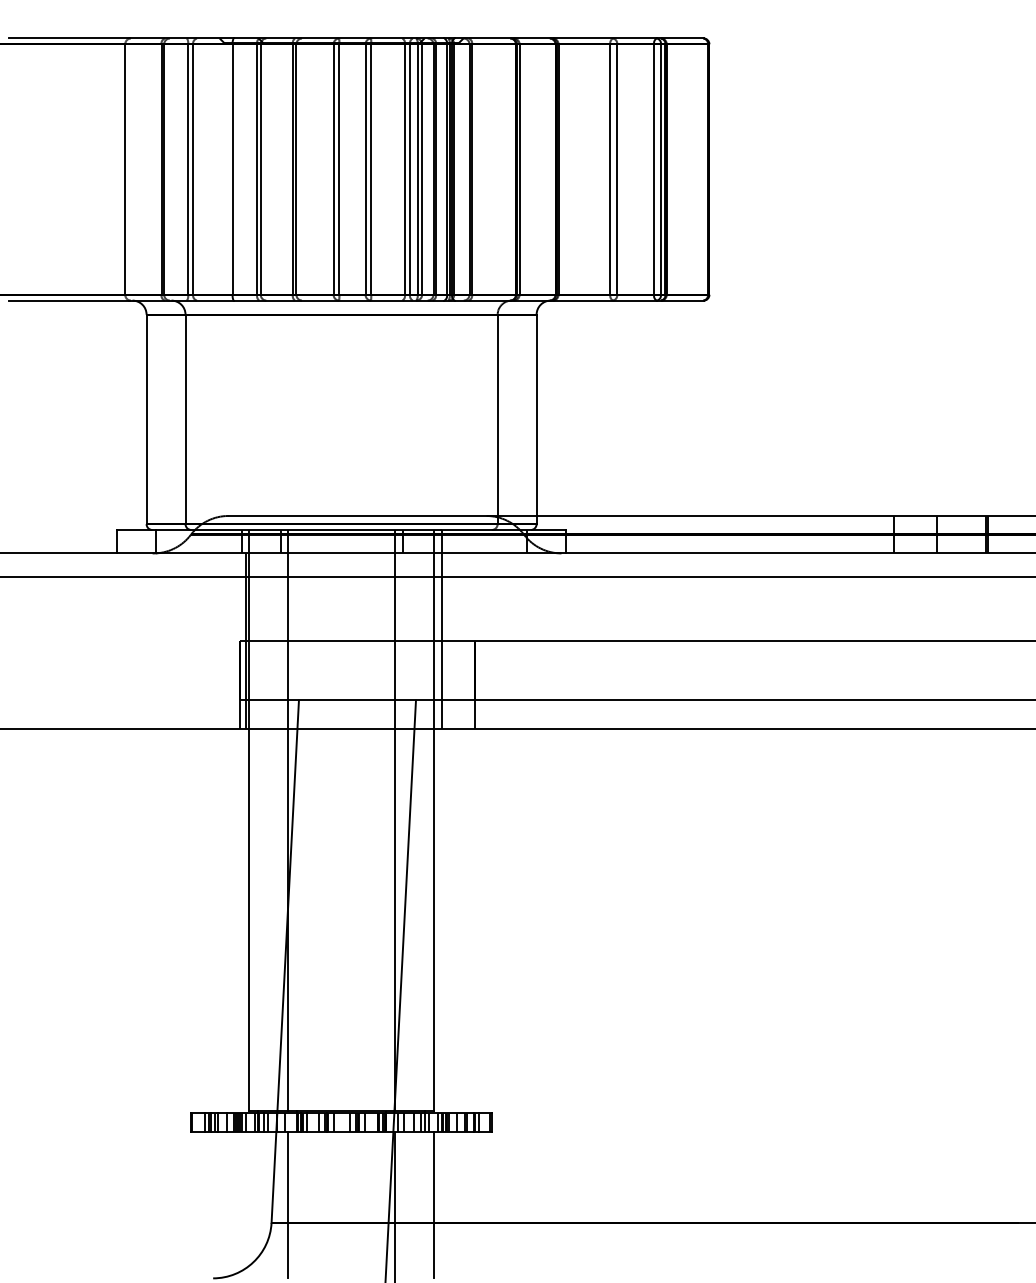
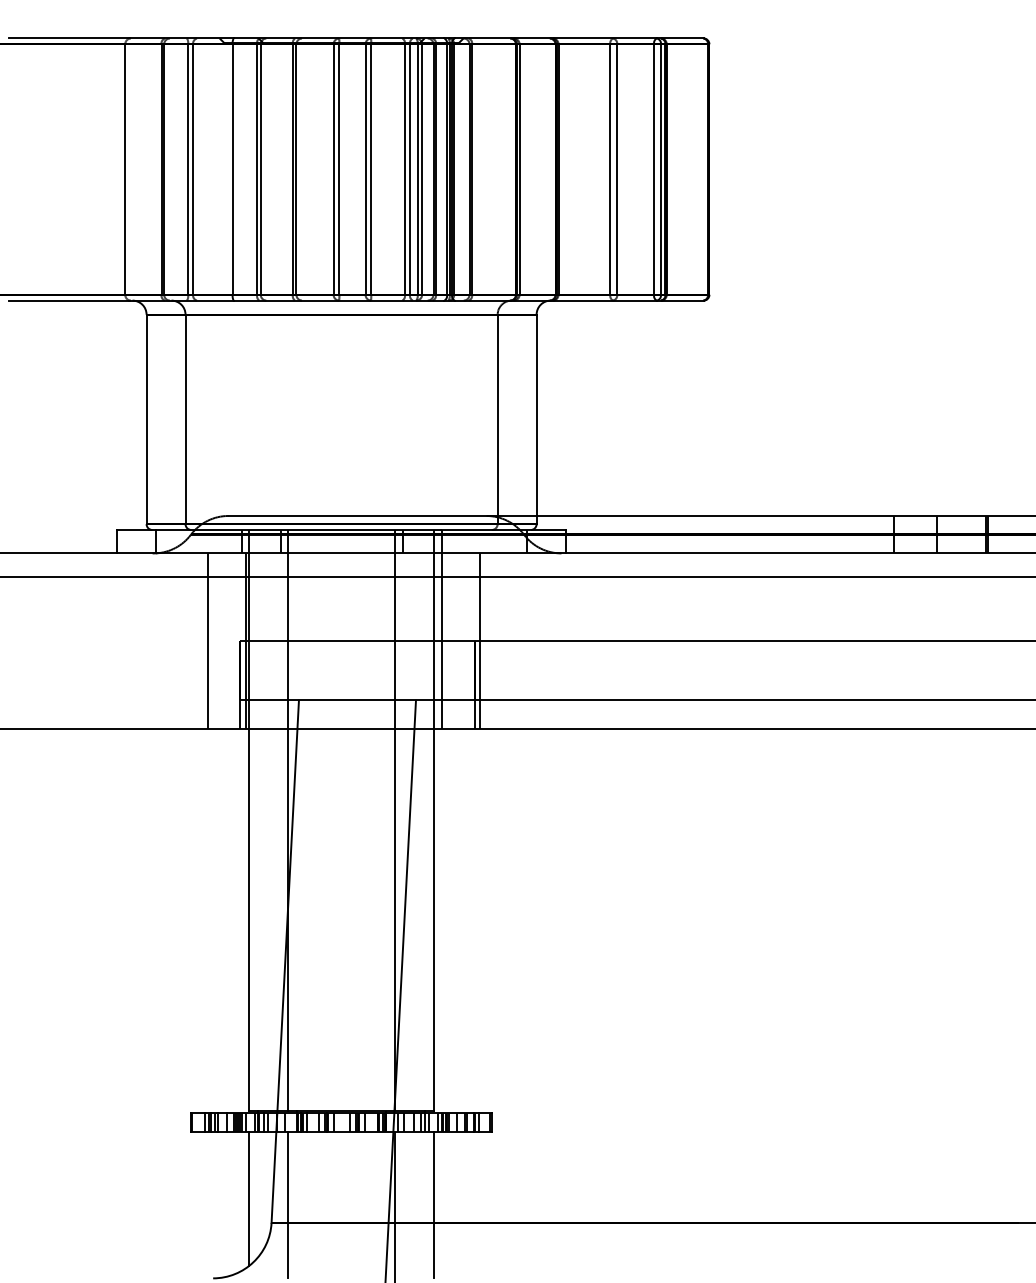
line at (208, 640): none -> present
line at (479, 640): none -> present
line at (248, 1199): none -> present
